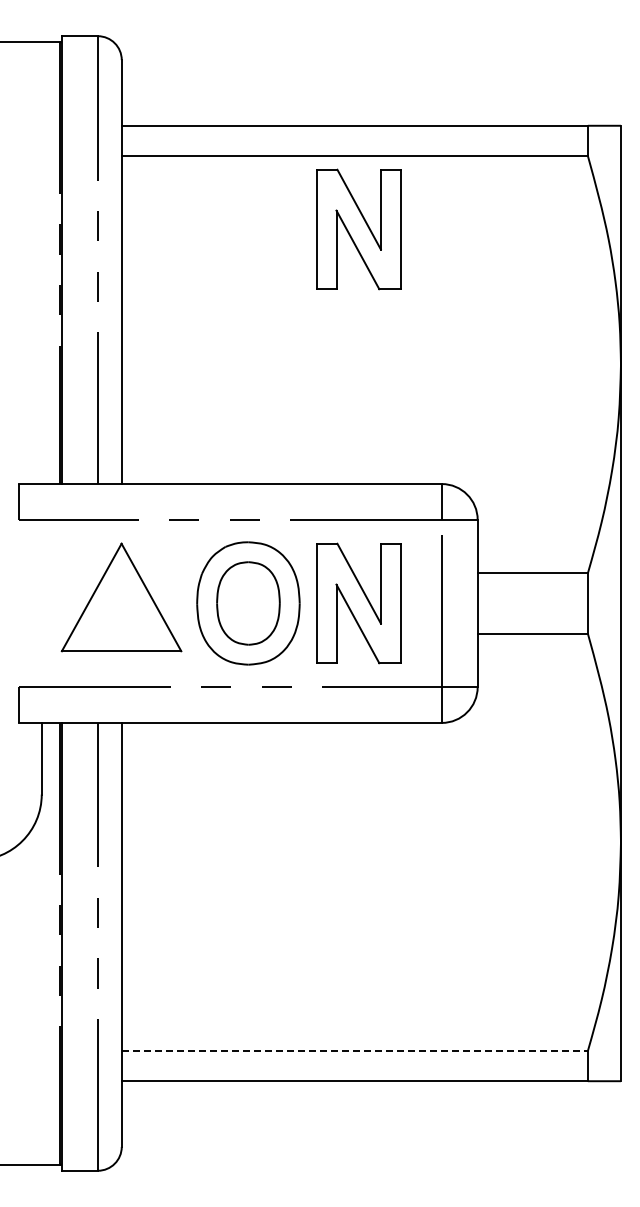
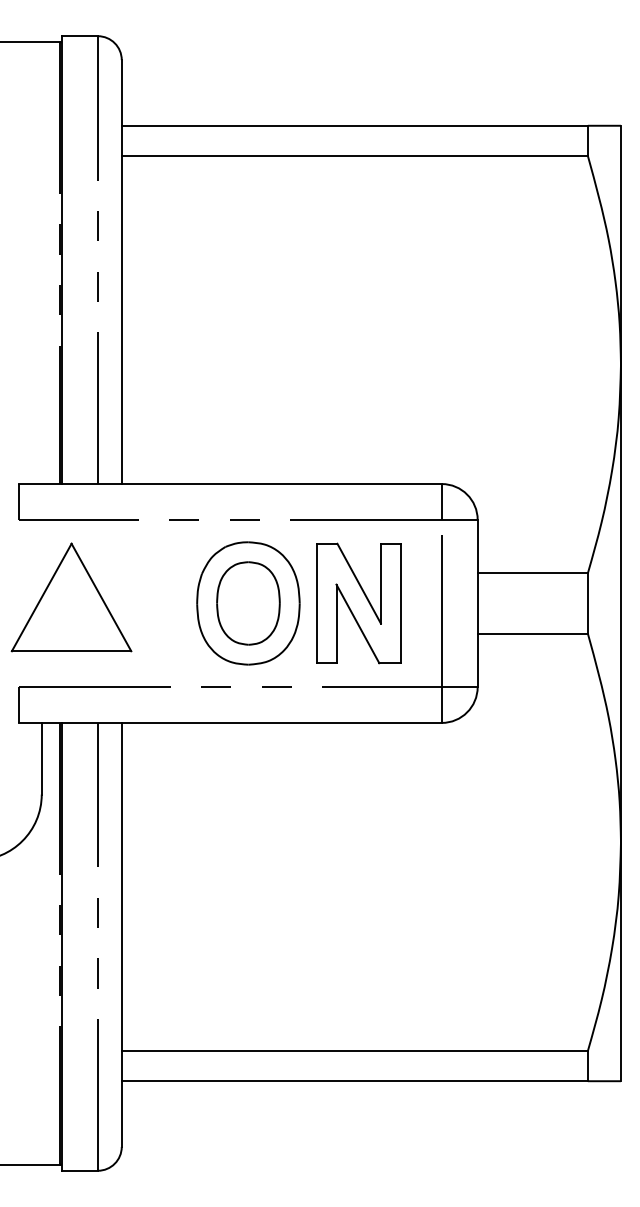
part at (358, 229): present -> none
part at (121, 597) position: (121, 597) -> (71, 597)
line at (355, 1051): dashed -> solid
